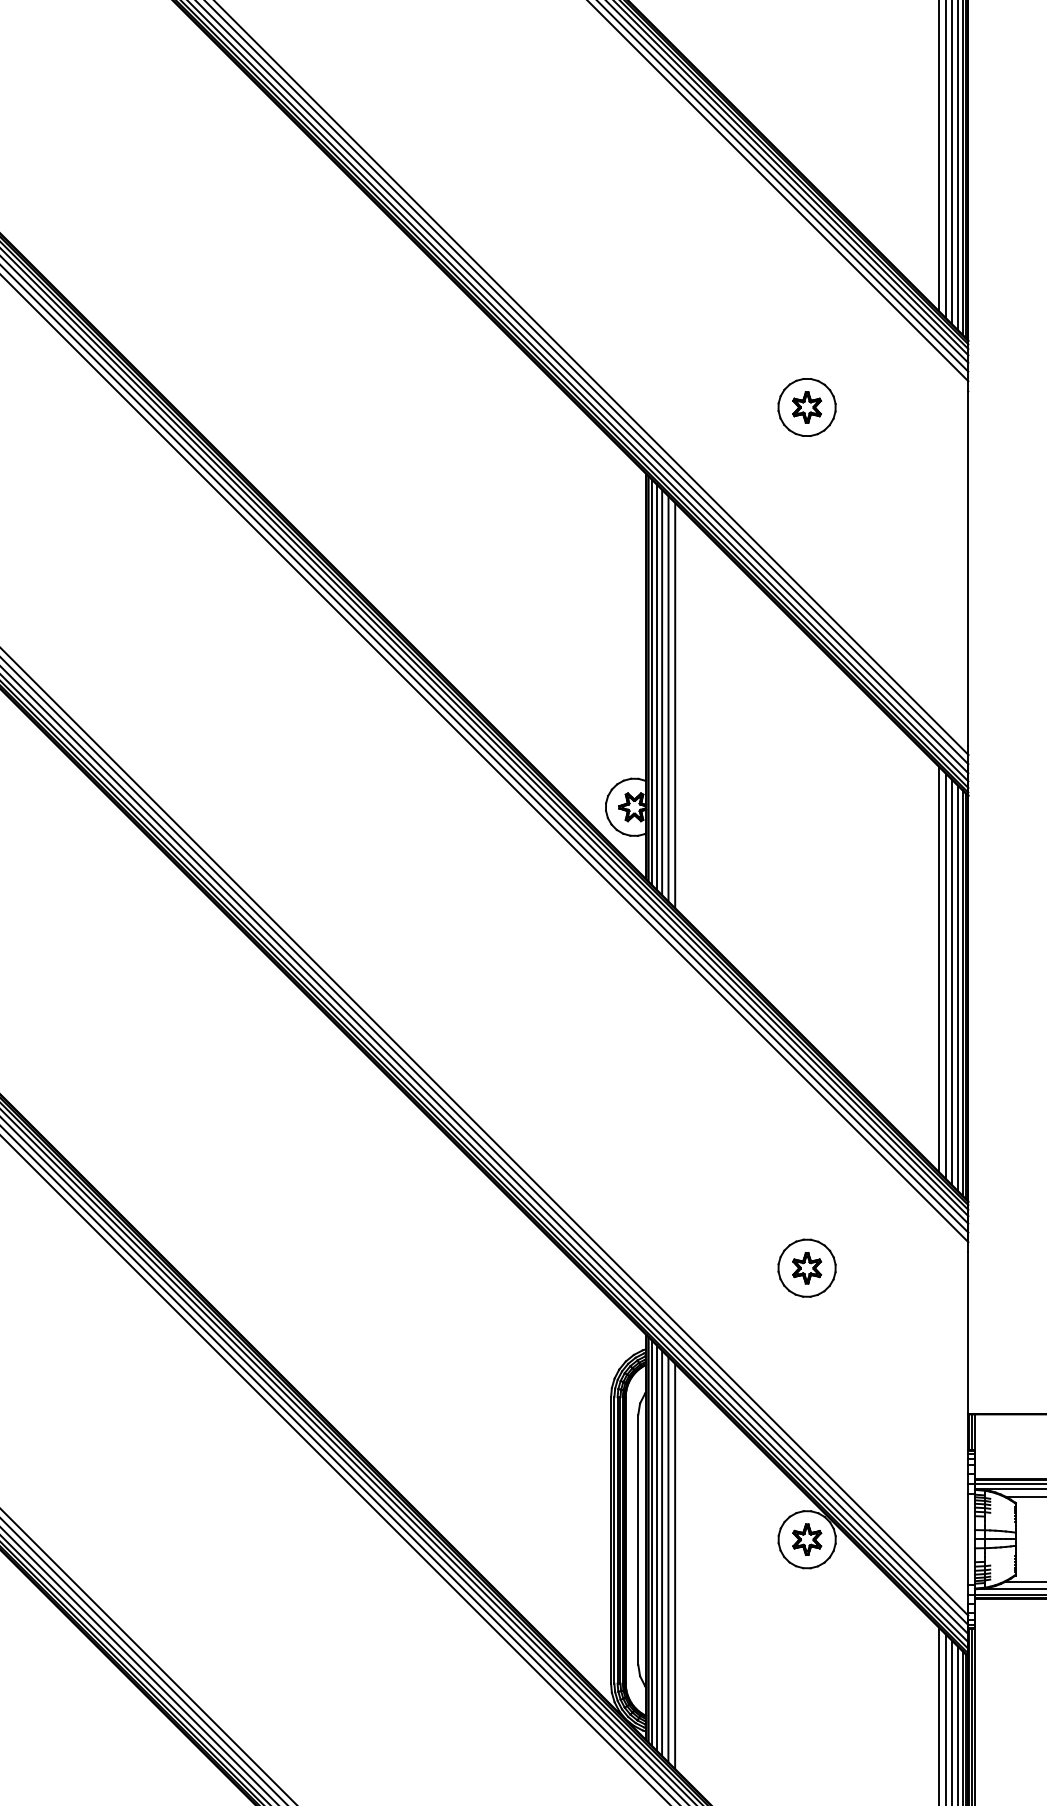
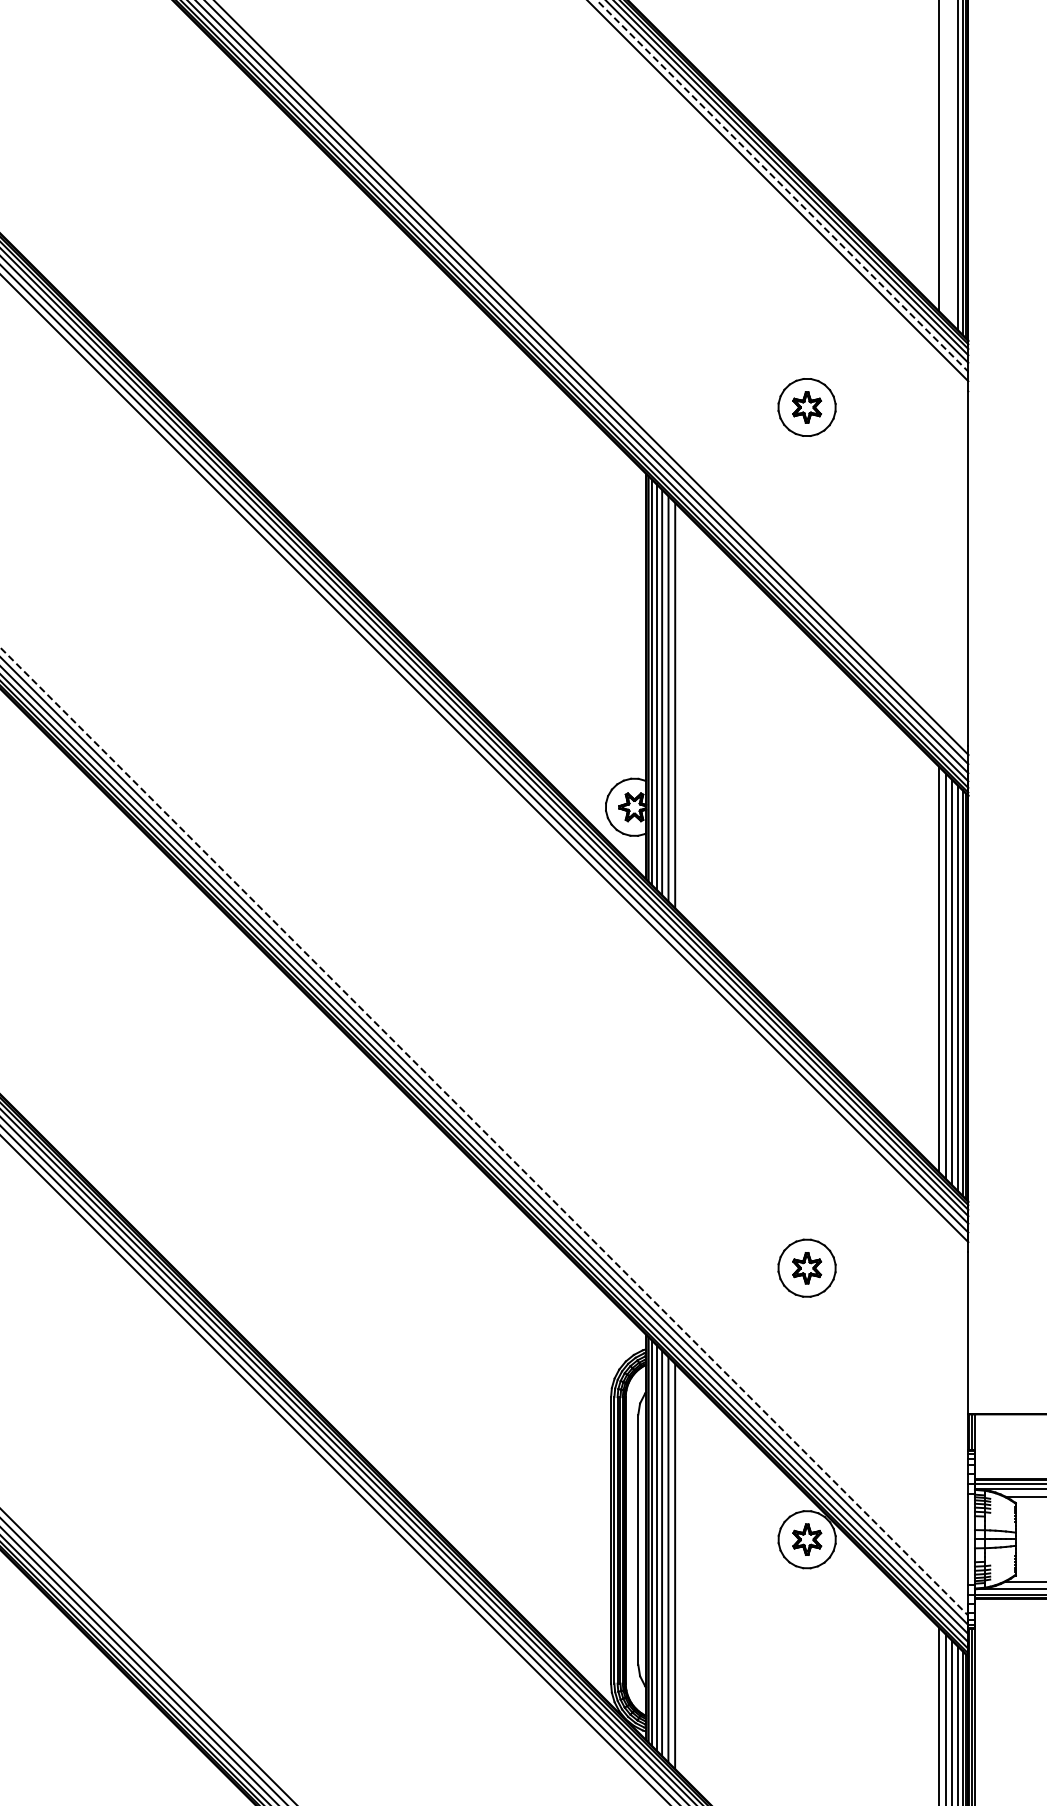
line at (945, 159): present -> none
line at (952, 163): present -> none
line at (783, 186): solid -> dashed
line at (484, 1132): solid -> dashed
